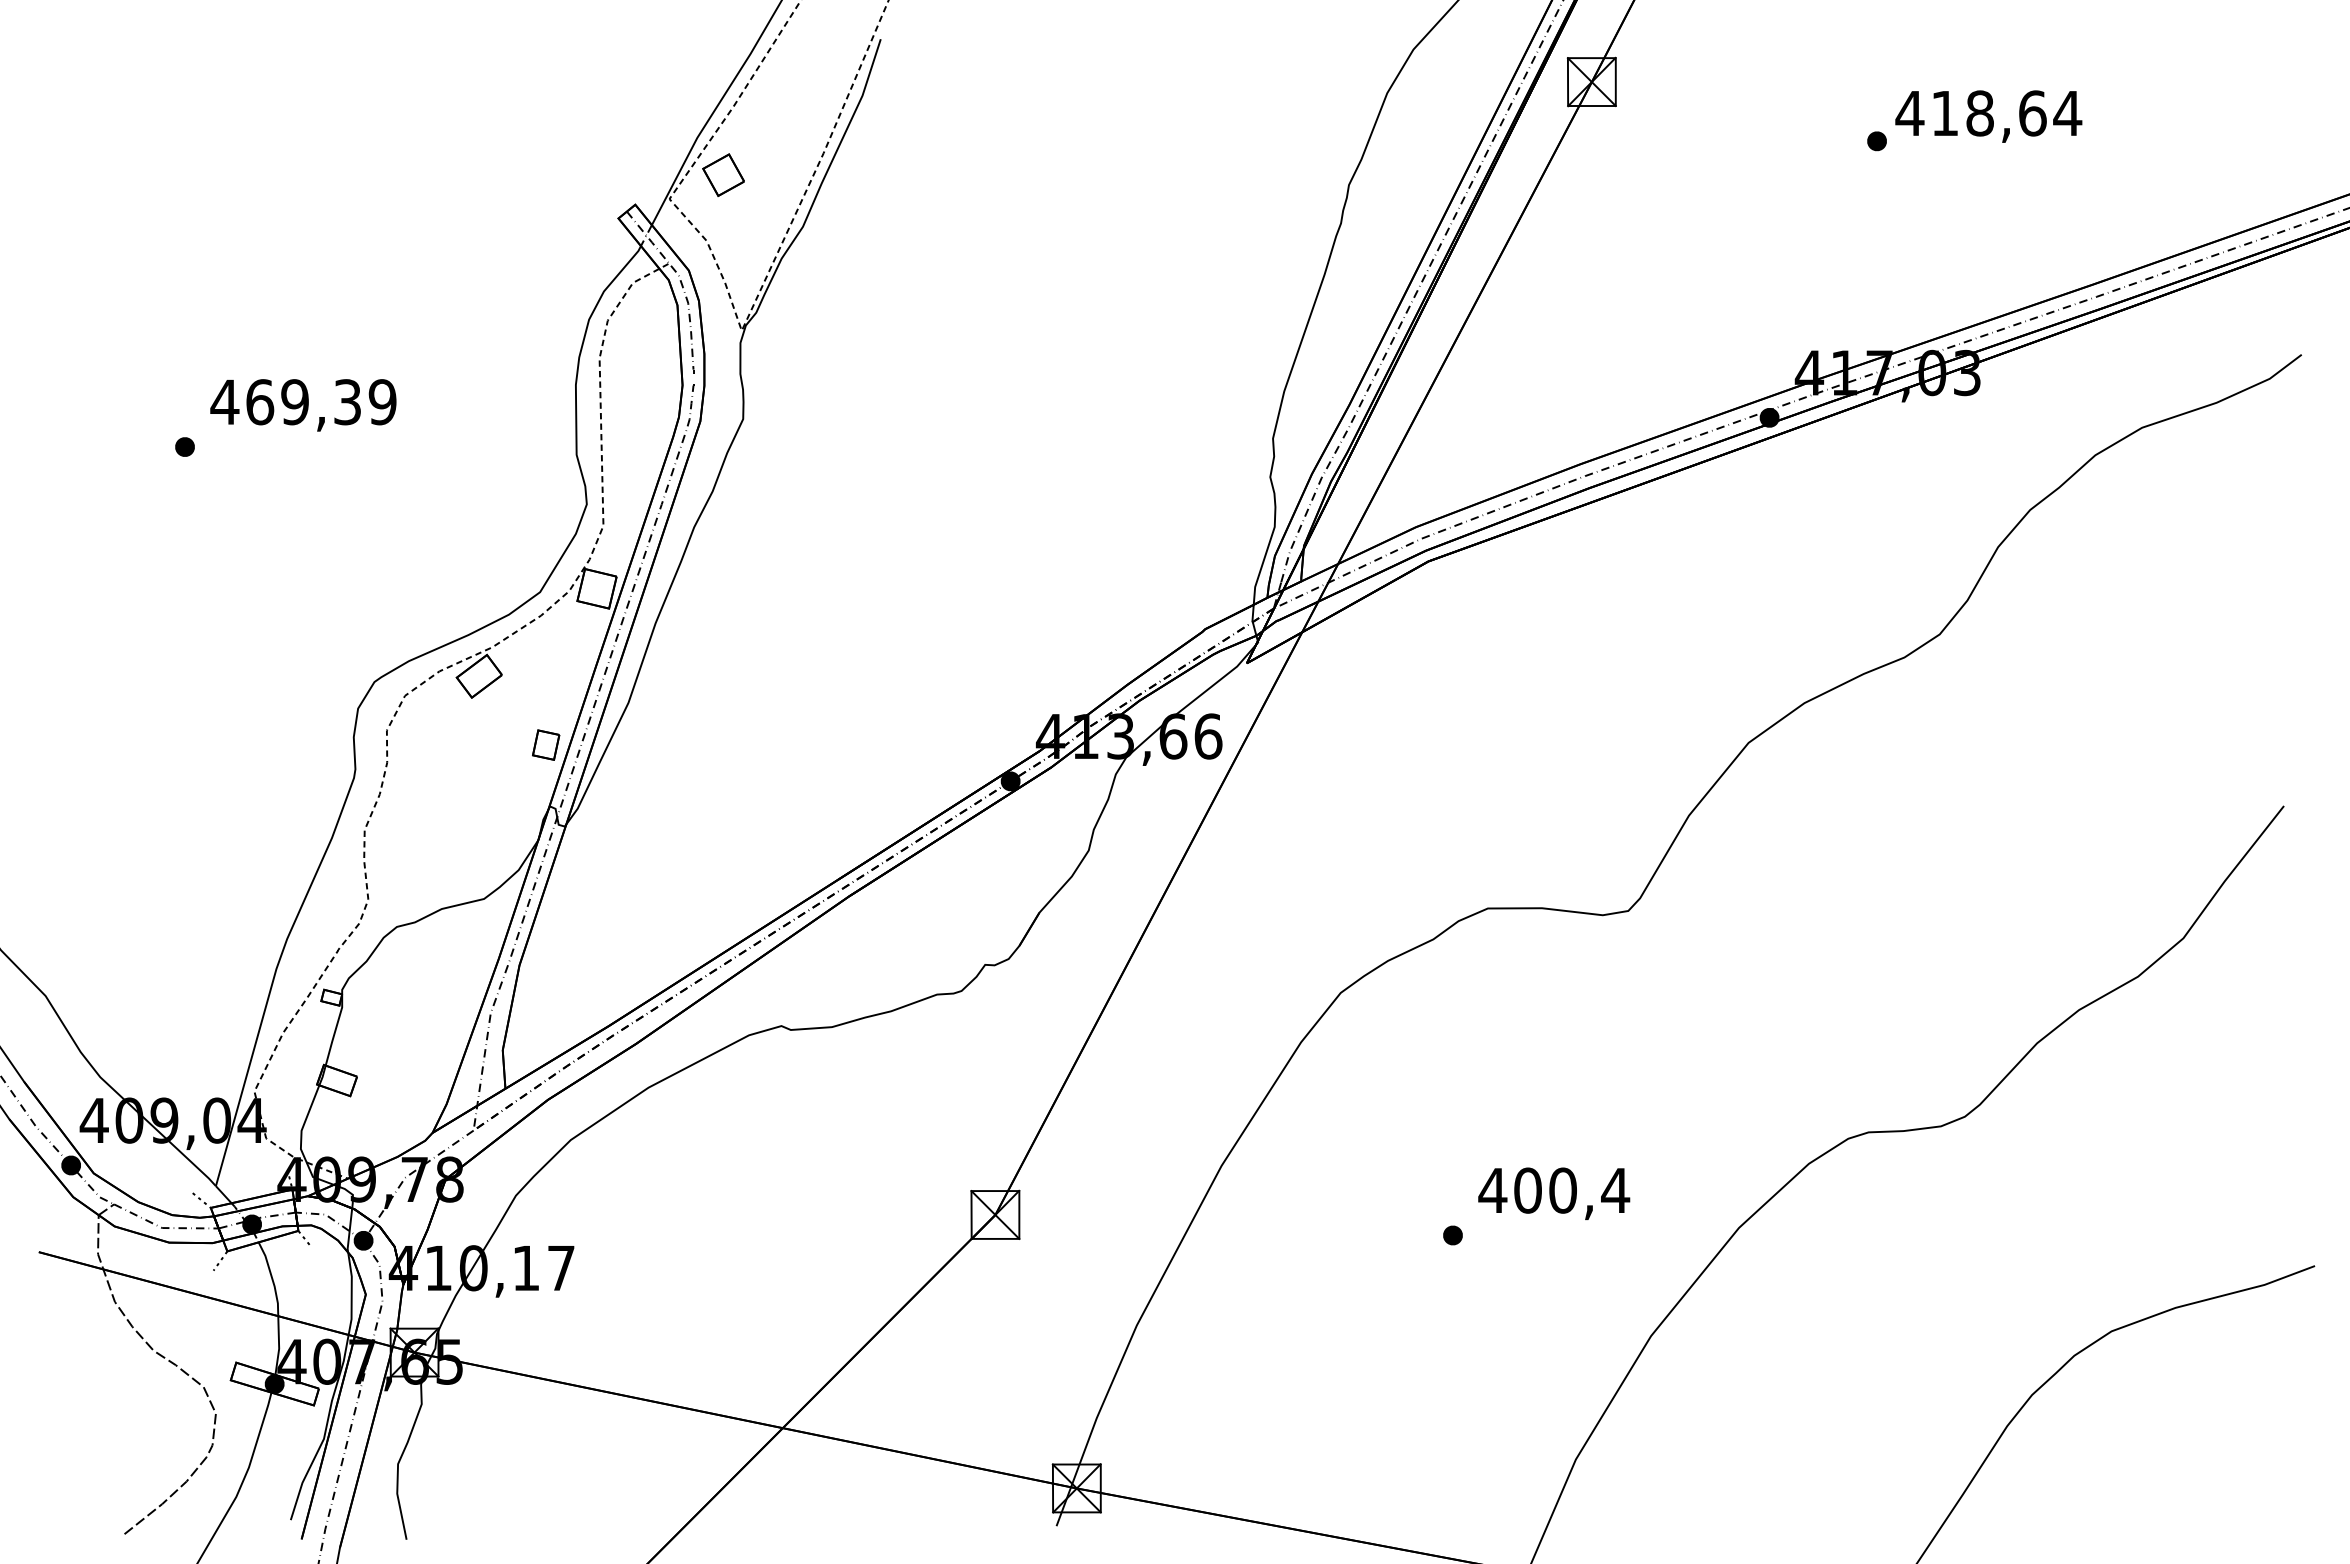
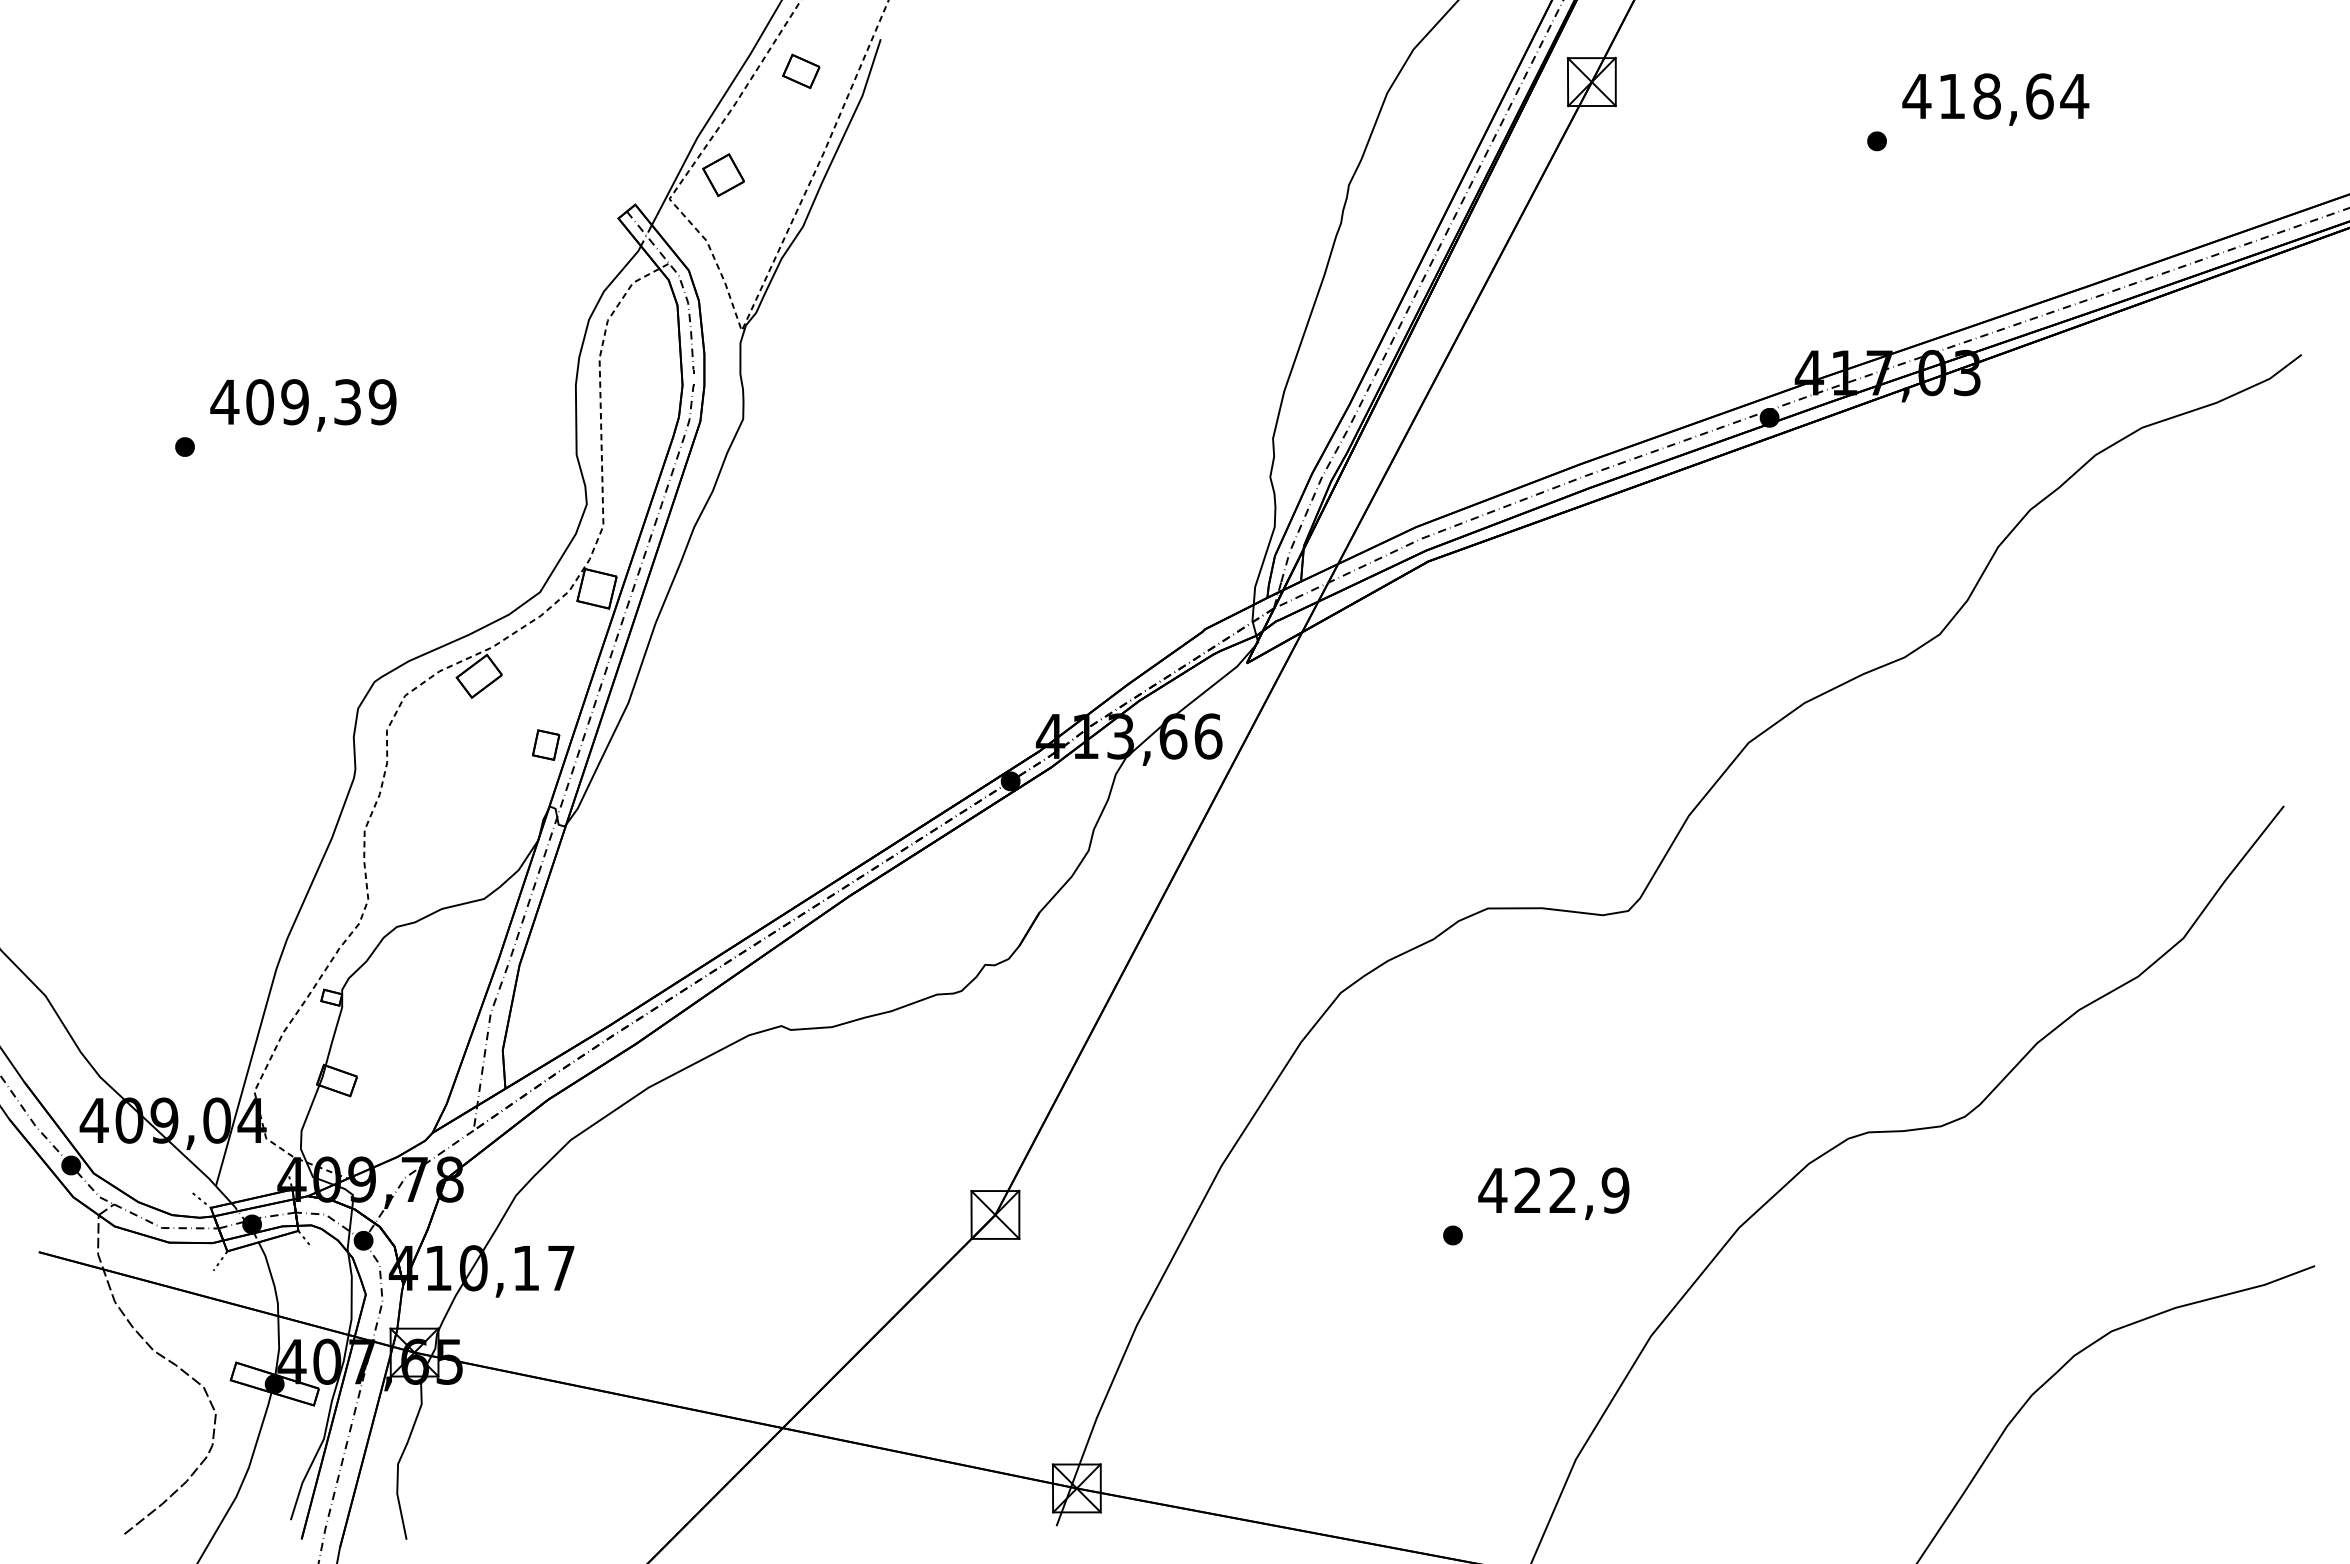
part at (801, 71): none -> present
text at (1988, 116) position: (1988, 116) -> (1995, 99)
text at (260, 402): 469,39 -> 409,39
text at (1572, 1190): 400,4 -> 422,9
